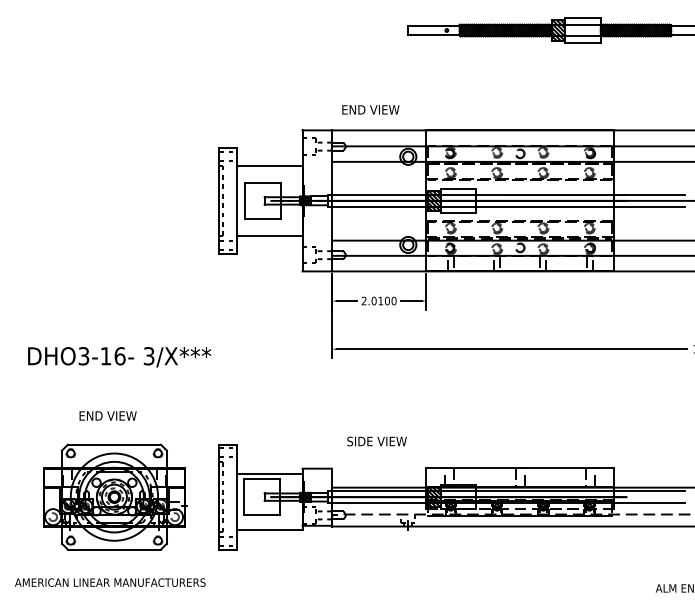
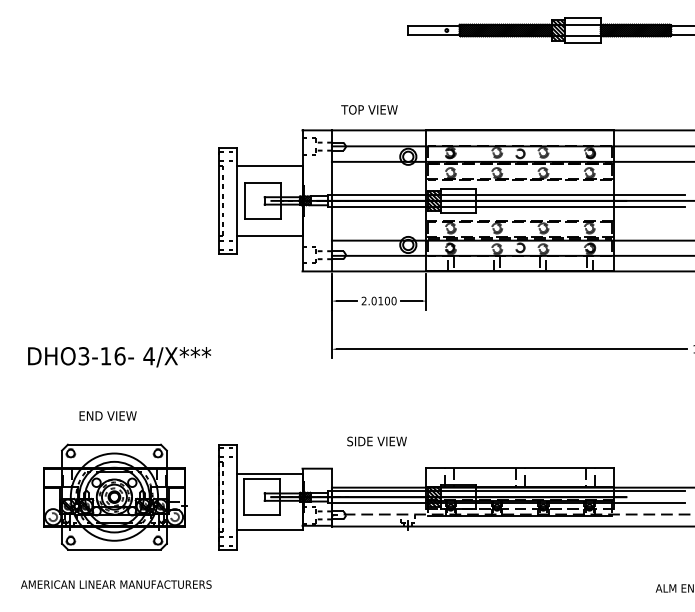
text at (370, 109): END VIEW -> TOP VIEW
text at (148, 356): 3/X*** -> 4/X***
text at (110, 582) position: (110, 582) -> (116, 584)
